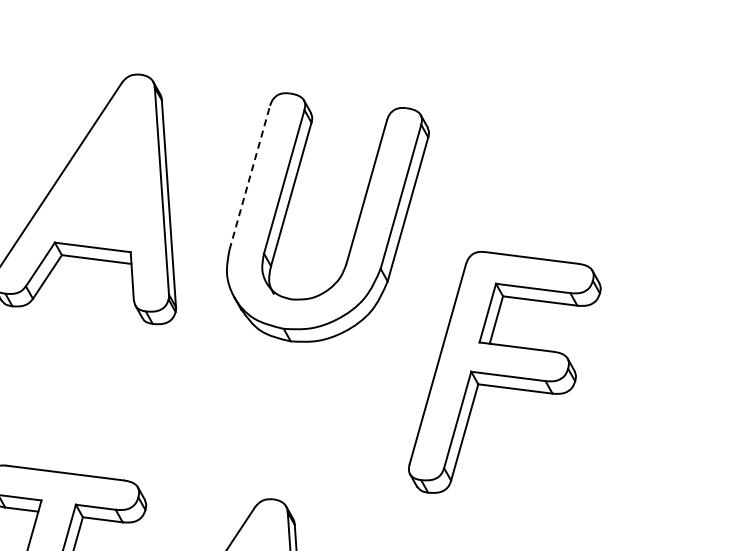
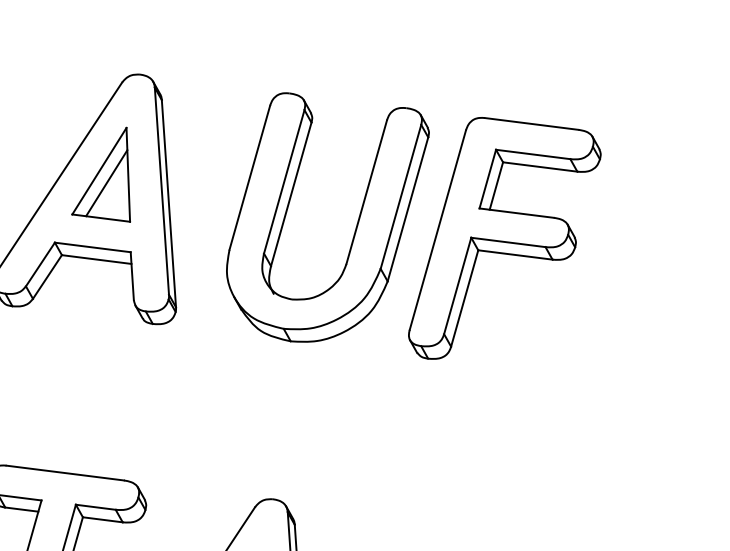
part at (100, 174): none -> present
line at (249, 177): dashed -> solid
part at (504, 372) position: (504, 372) -> (504, 238)
